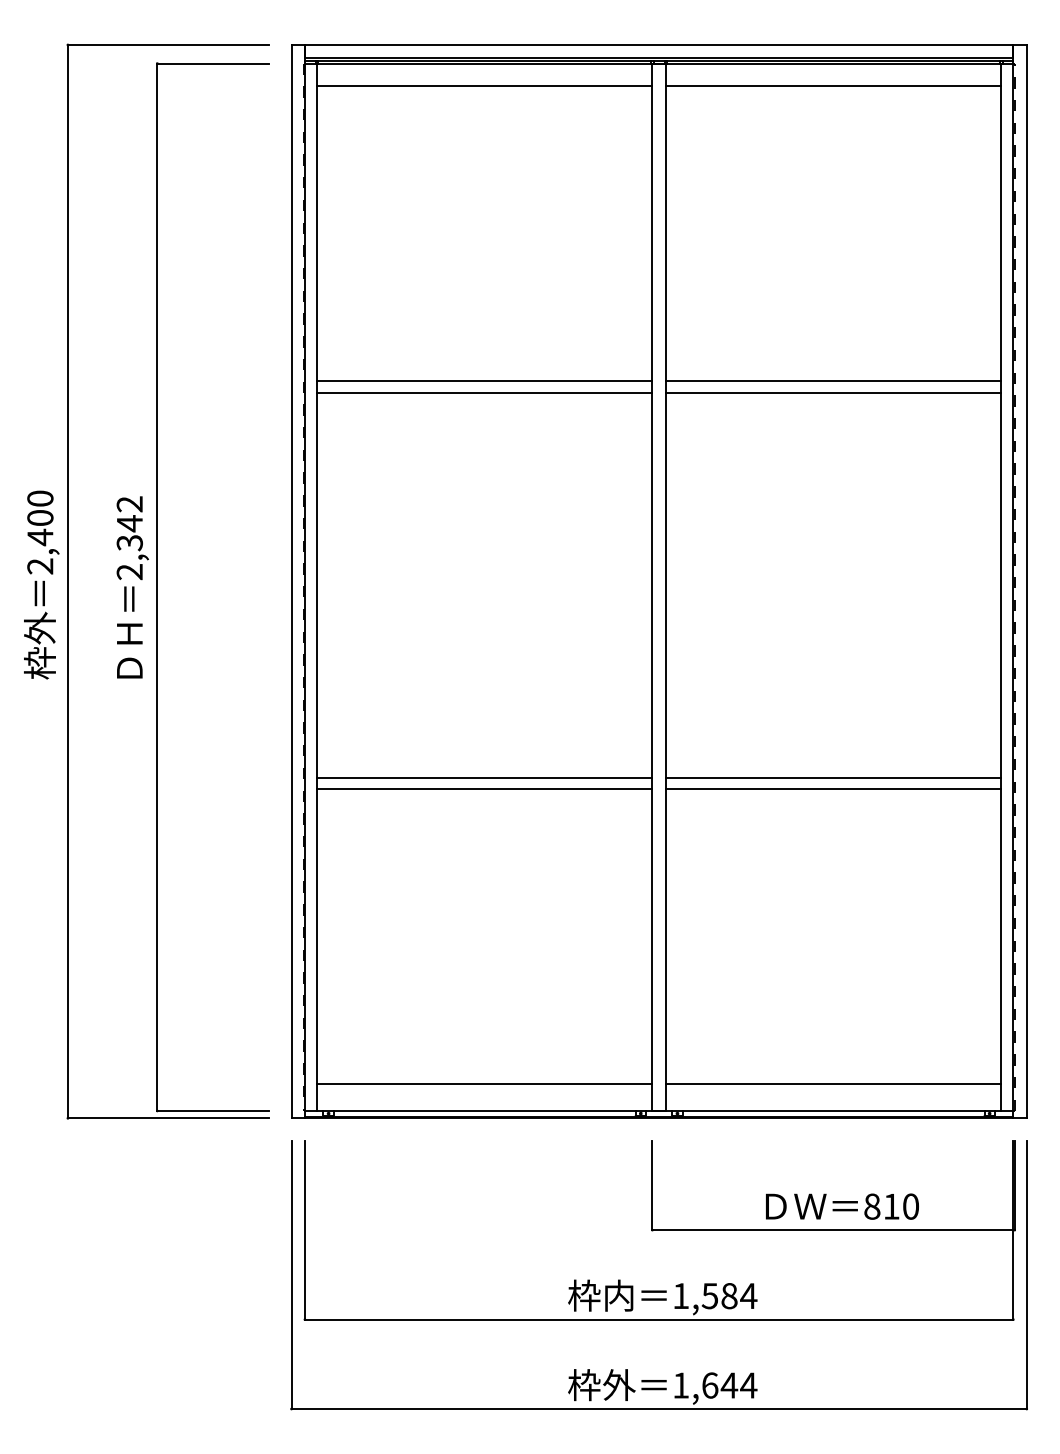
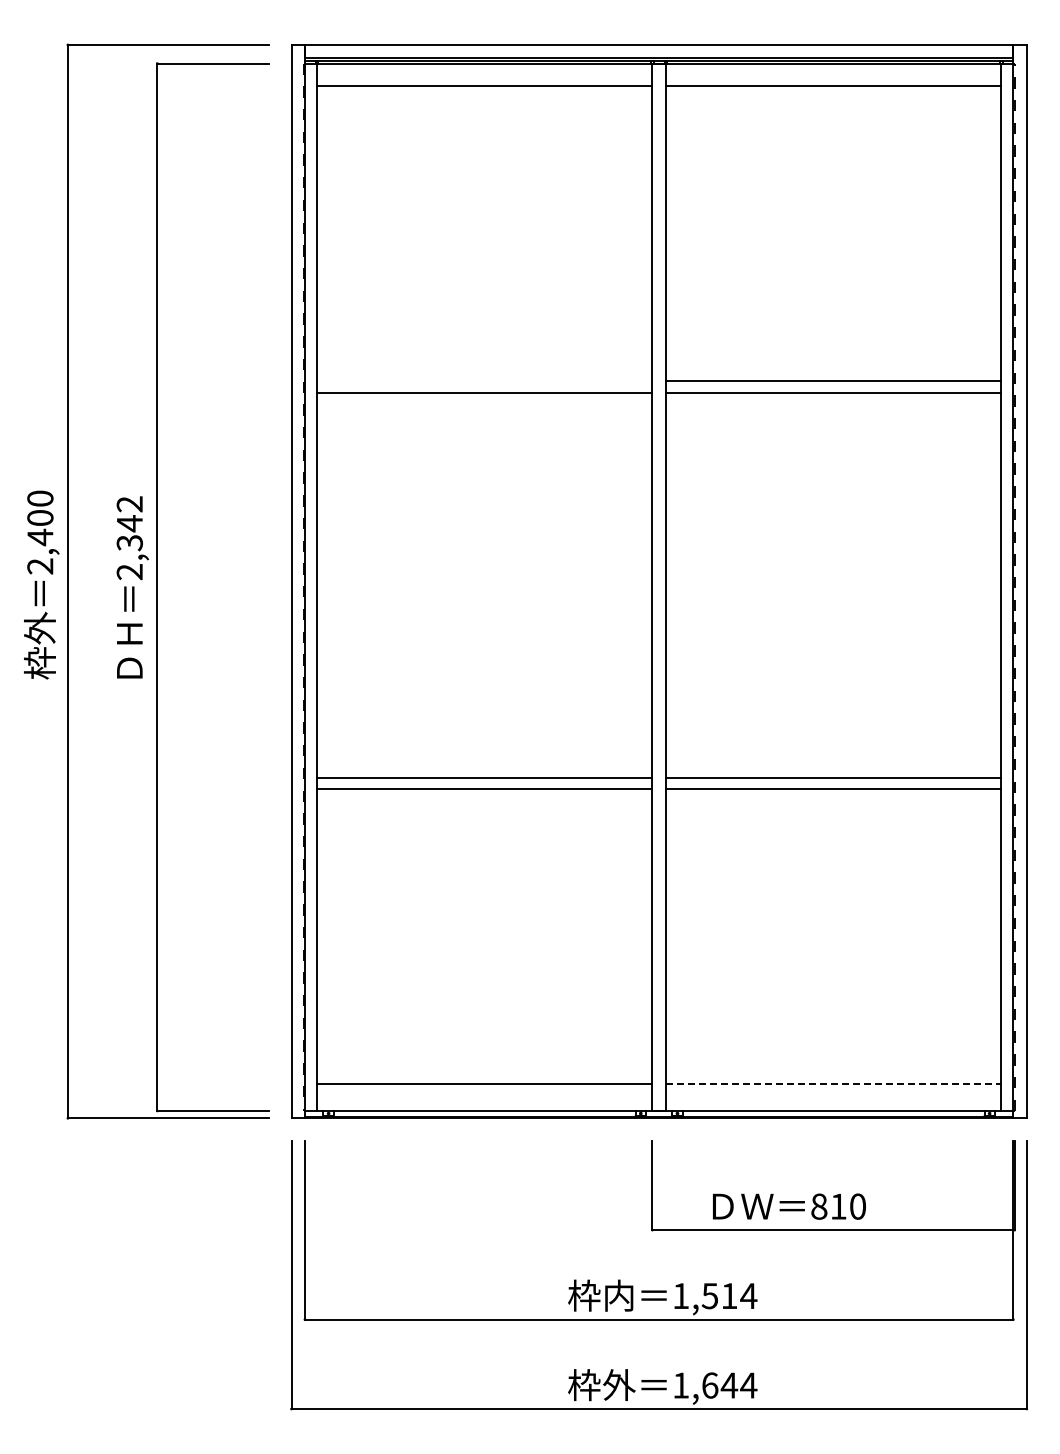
line at (484, 381): present -> none
line at (833, 1084): solid -> dashed
text at (842, 1206) position: (842, 1206) -> (789, 1206)
text at (729, 1296): 1,584 -> 1,514
